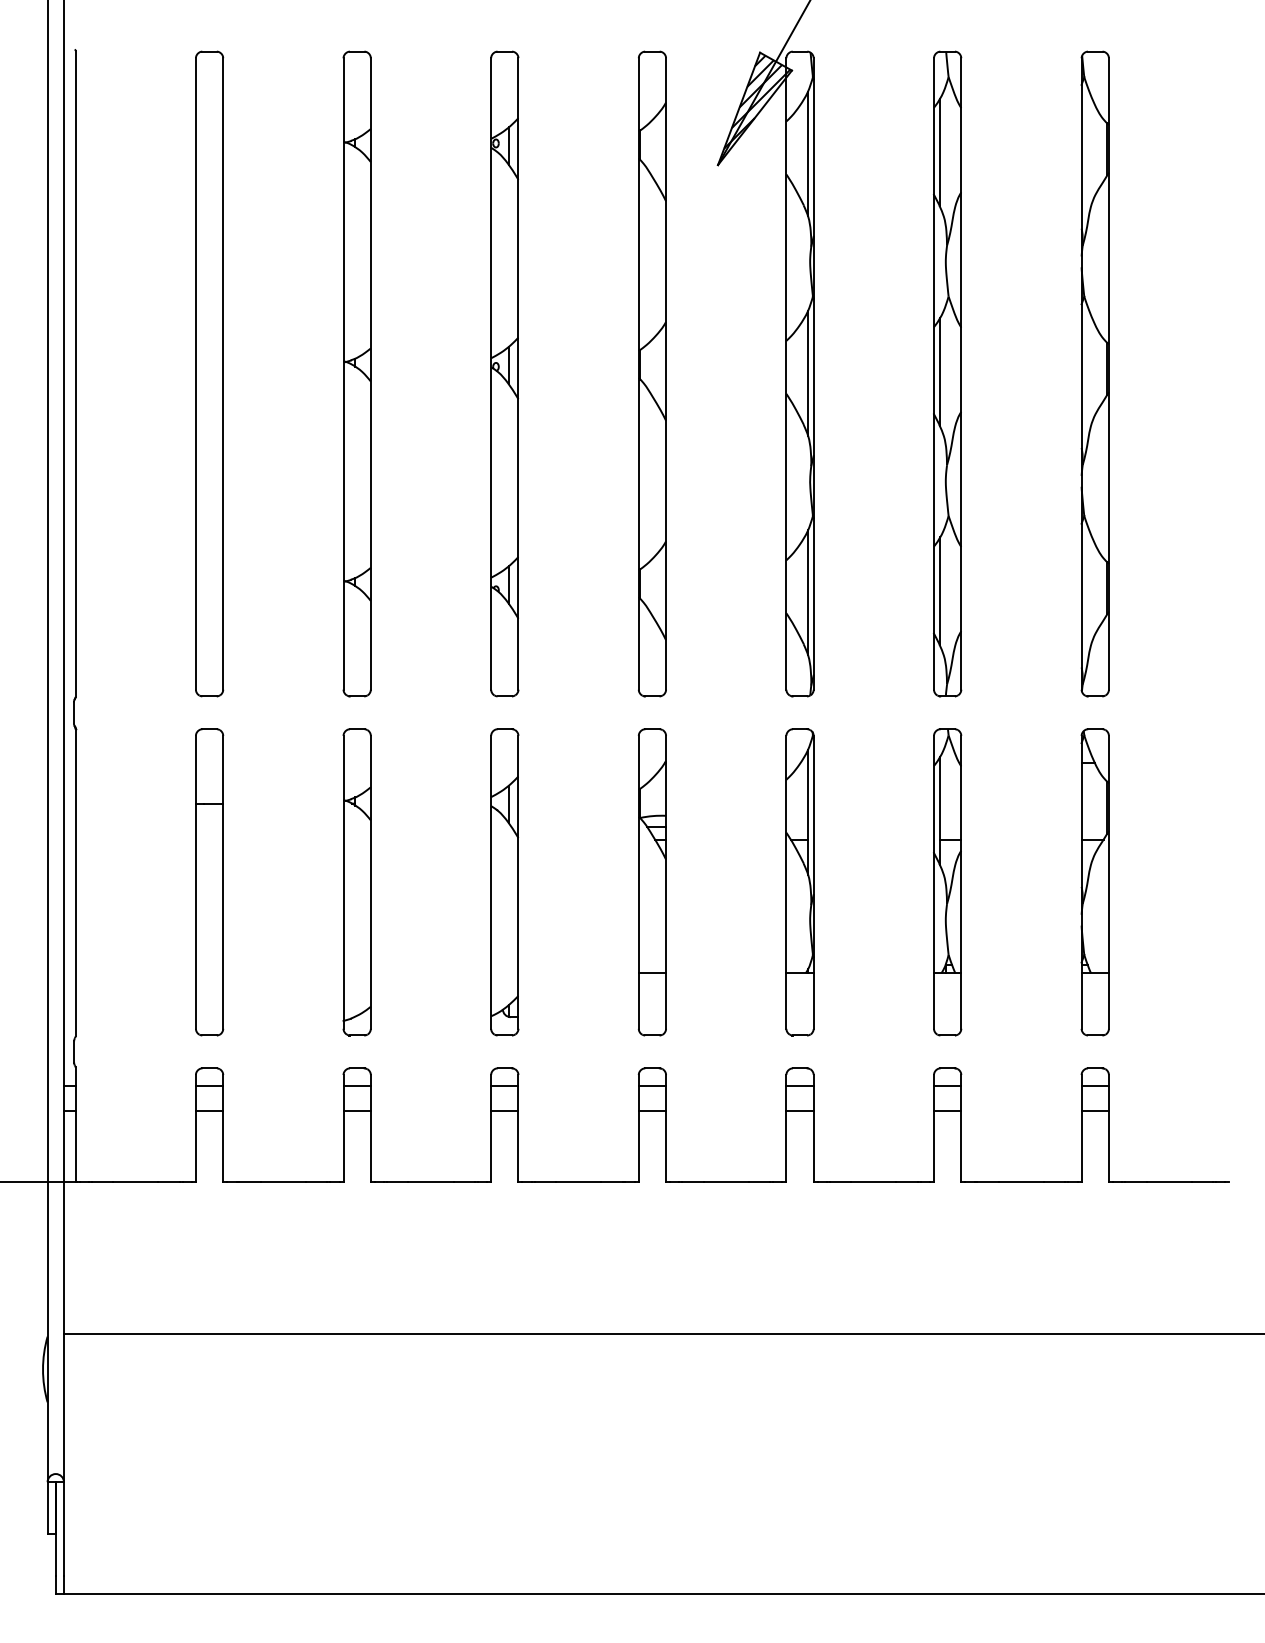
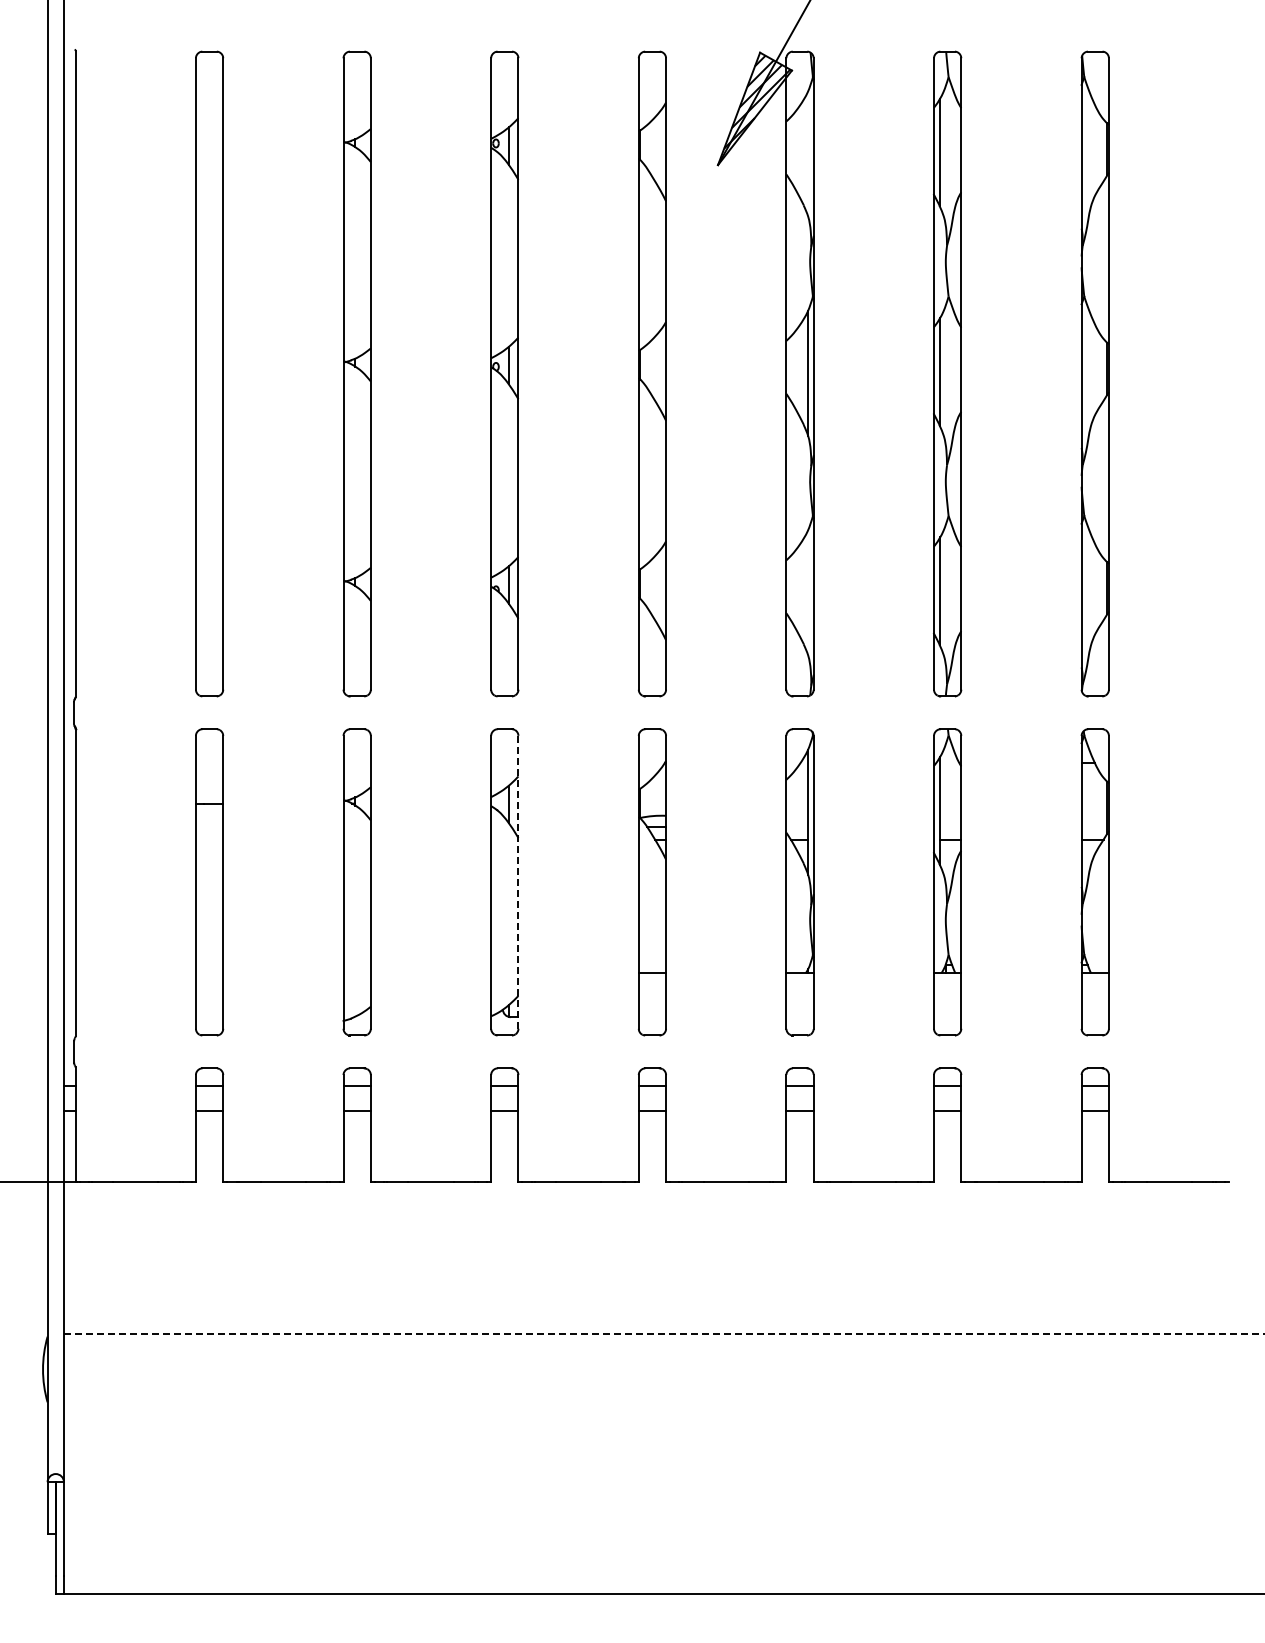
line at (808, 153): present -> none
line at (808, 592): present -> none
line at (518, 882): solid -> dashed
line at (664, 1334): solid -> dashed
